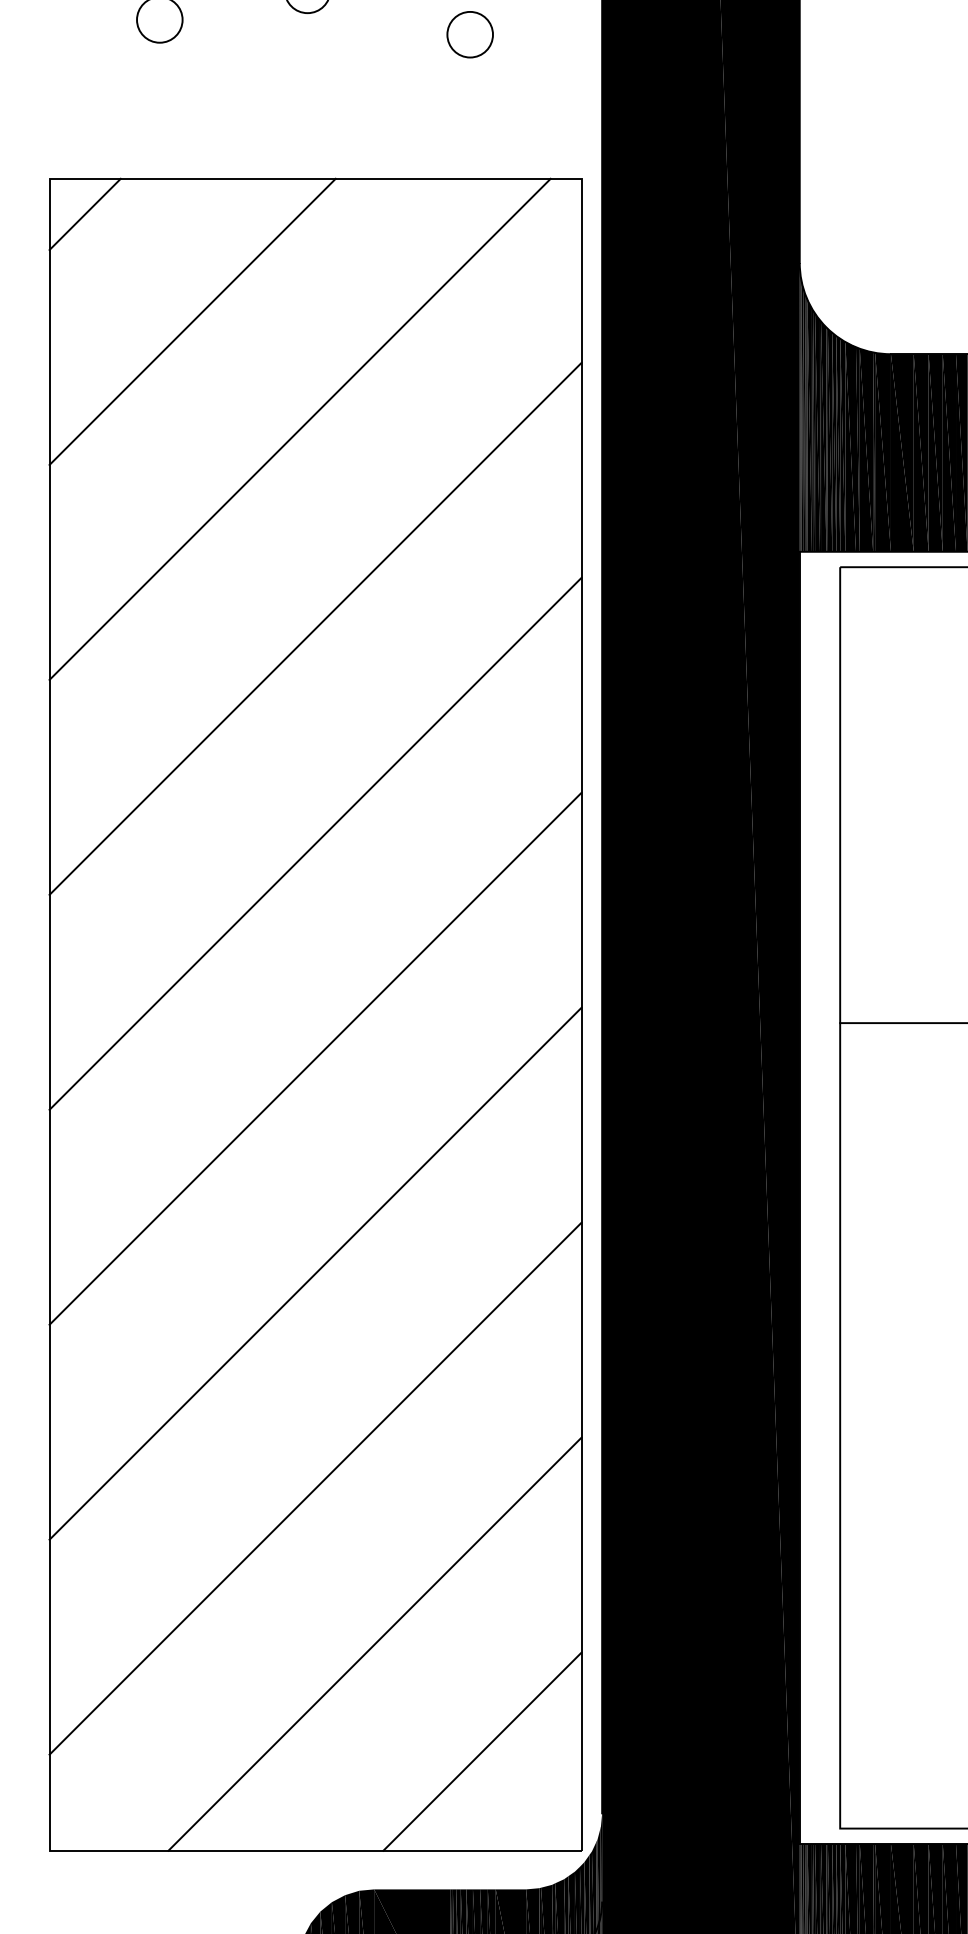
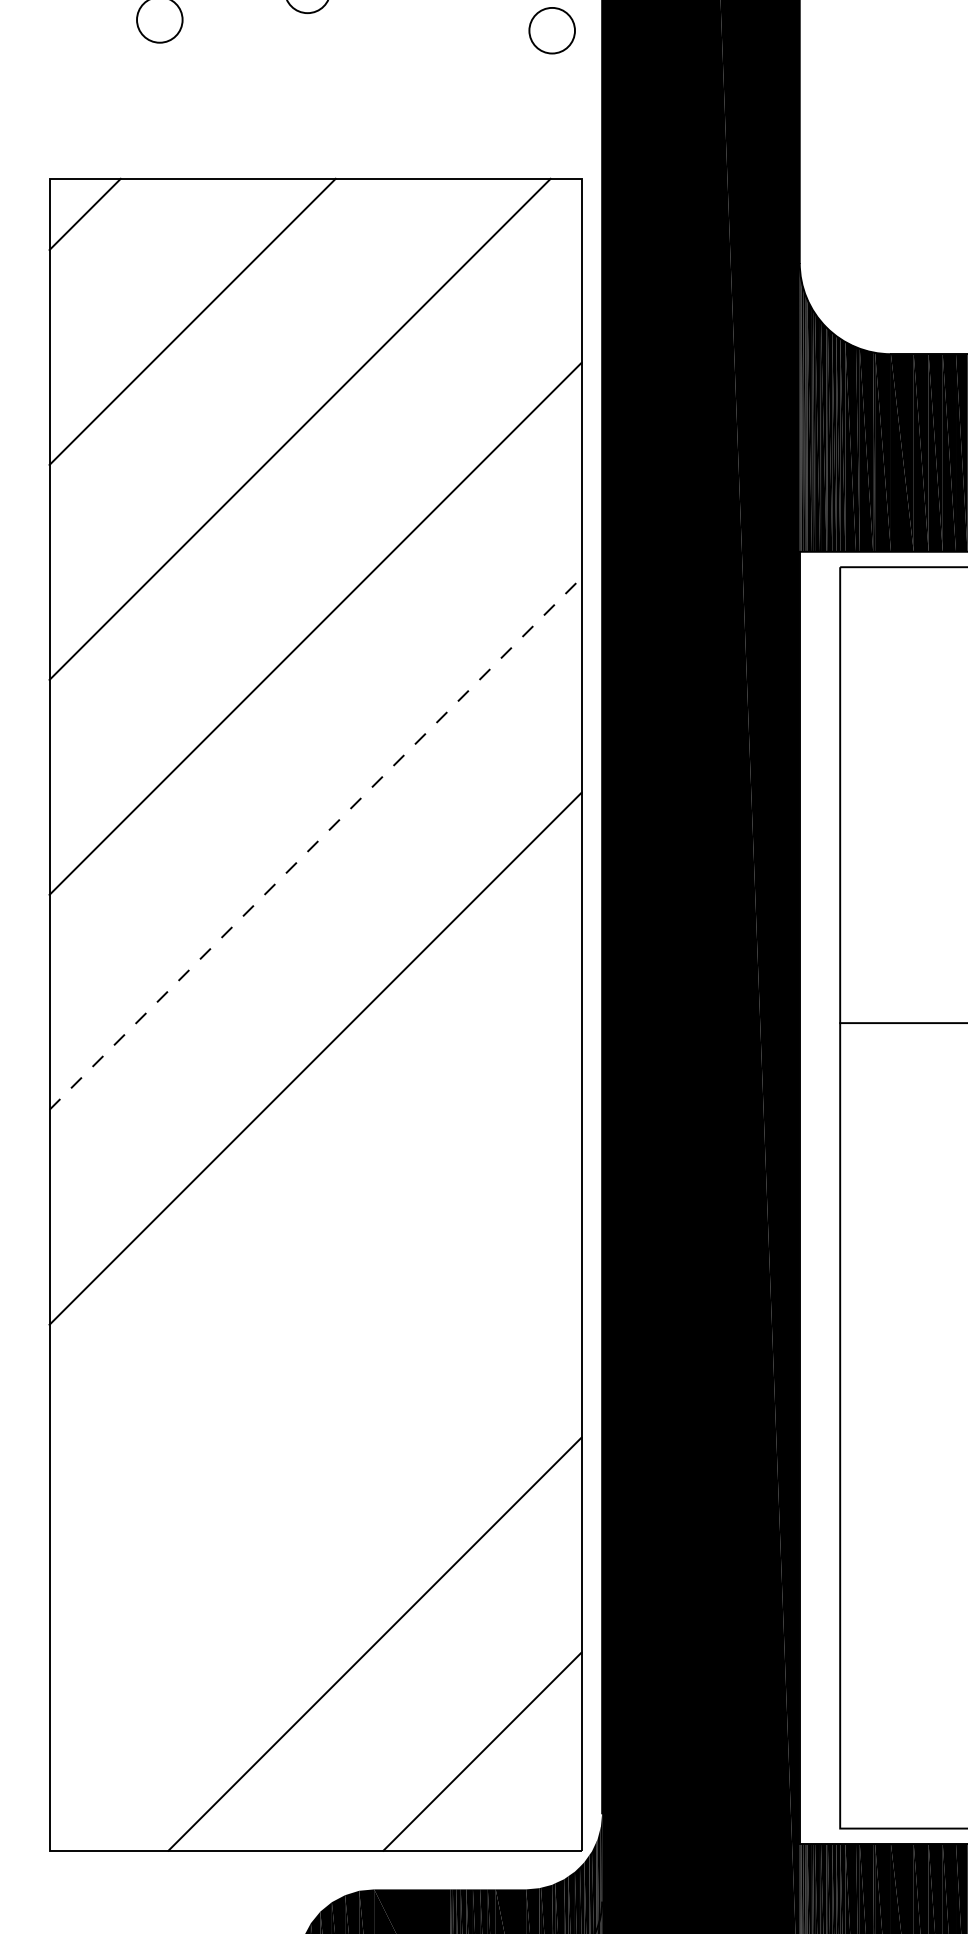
circle at (469, 34) position: (469, 34) -> (551, 30)
line at (315, 843): solid -> dashed
line at (315, 1273): present -> none
line at (315, 1488): present -> none
